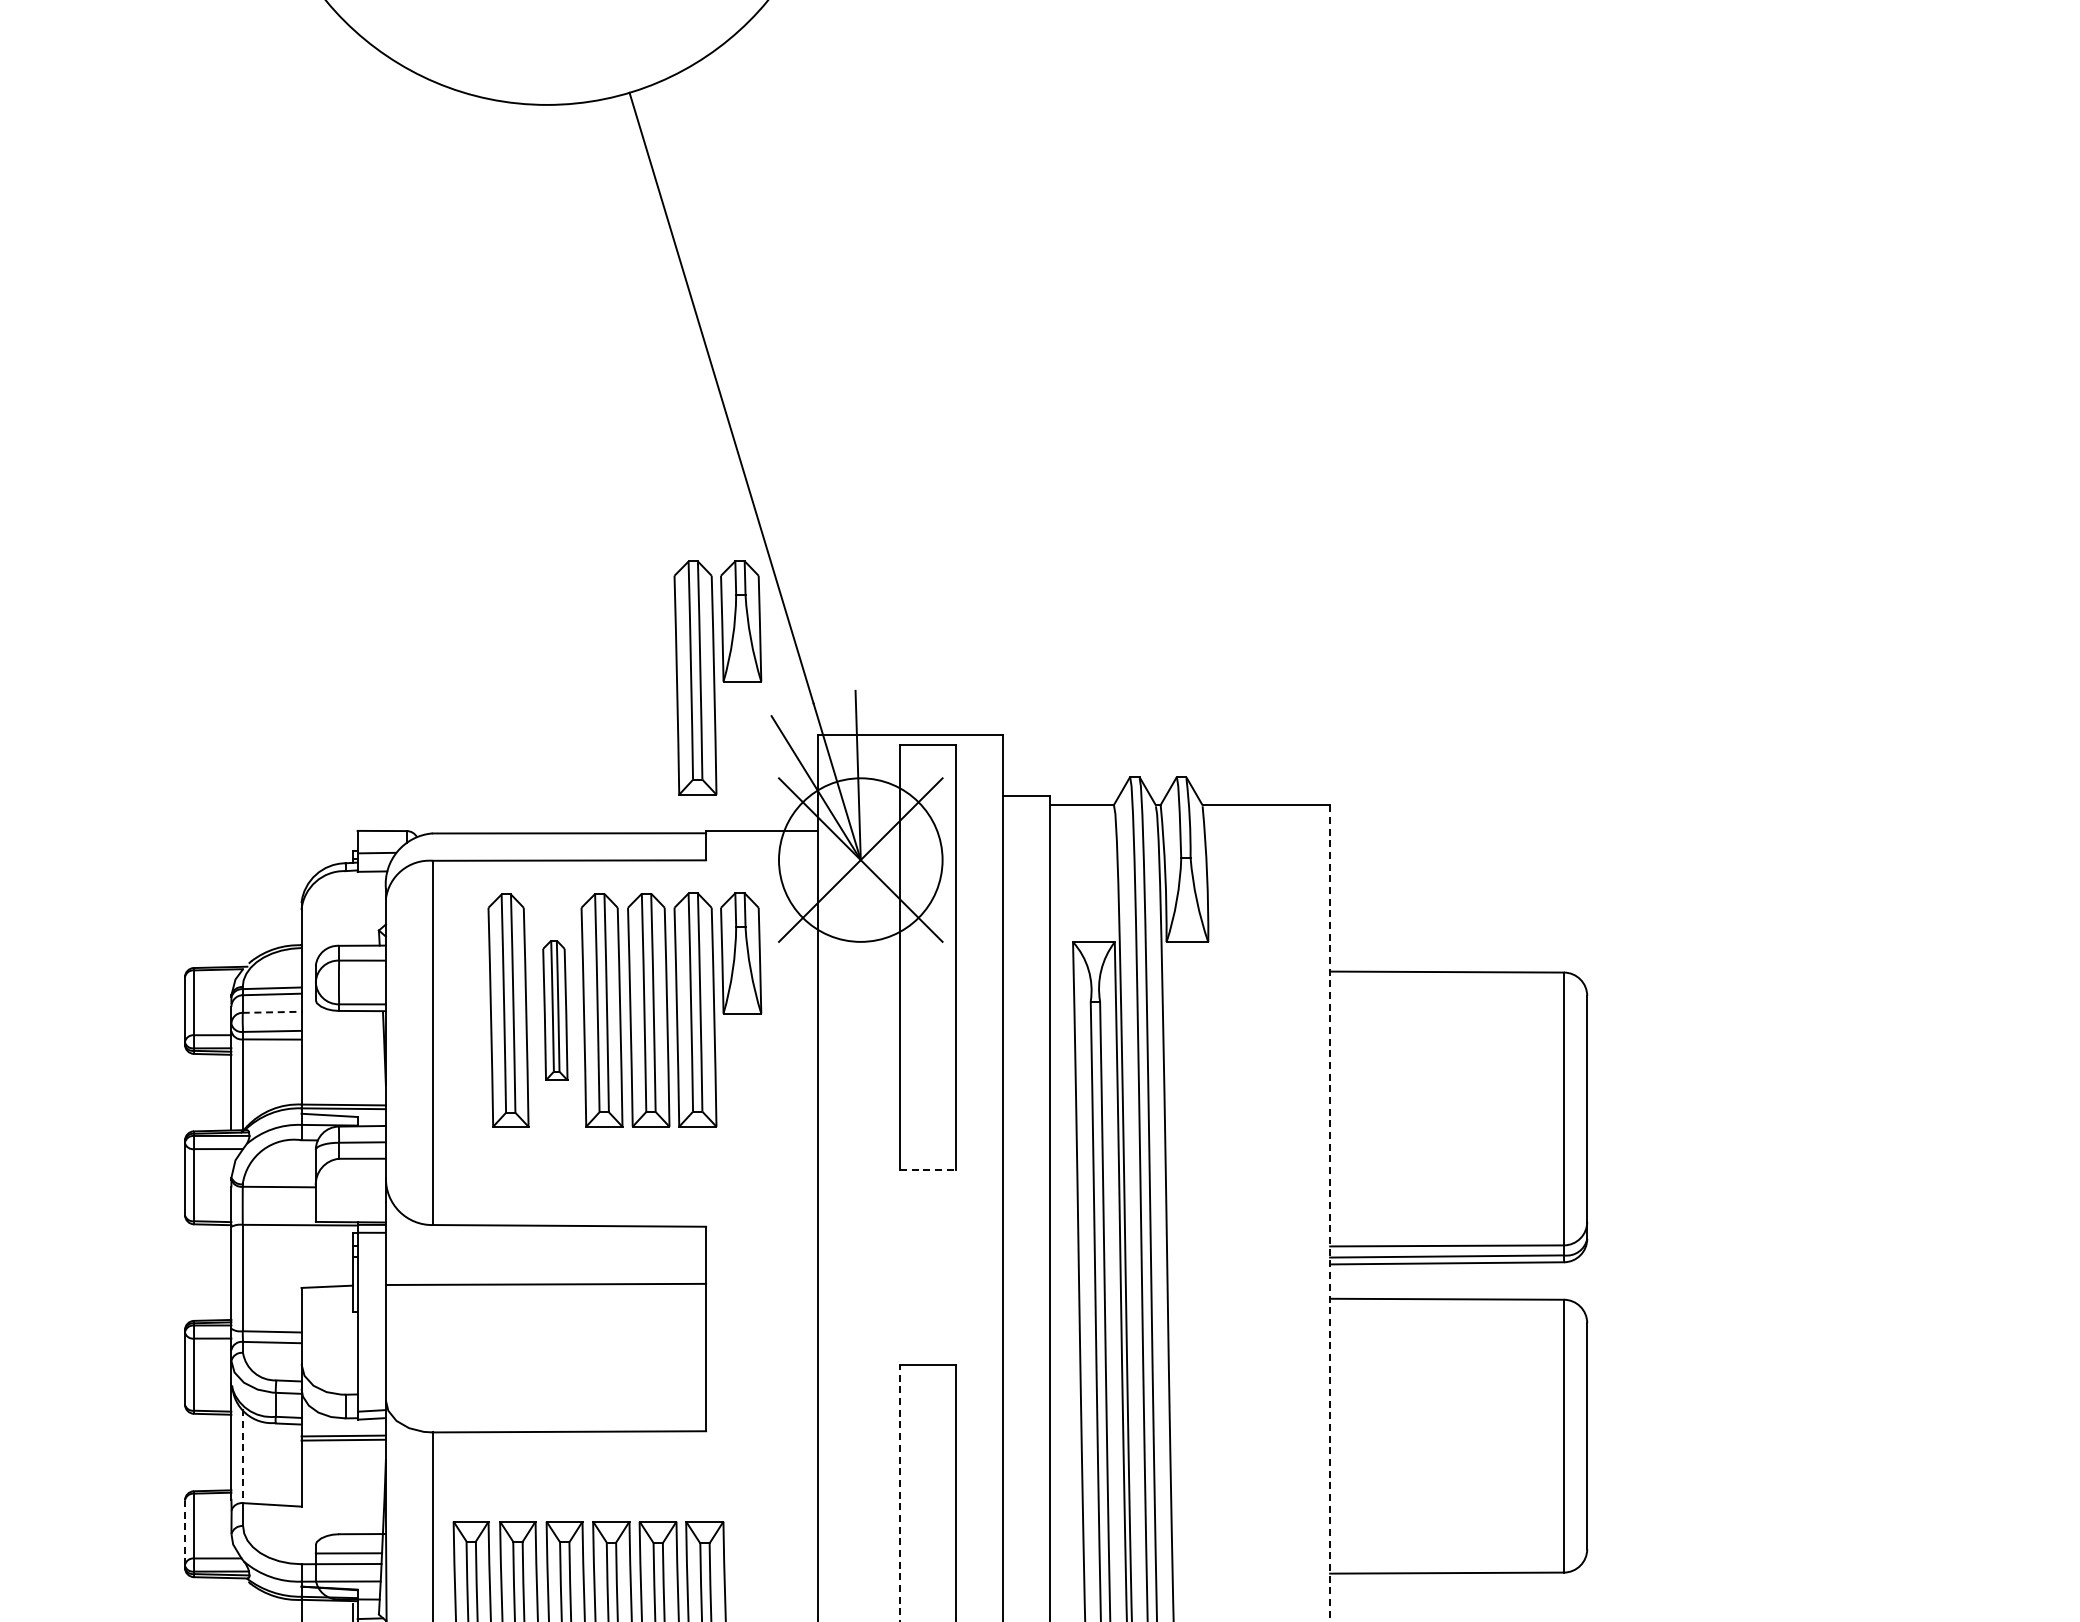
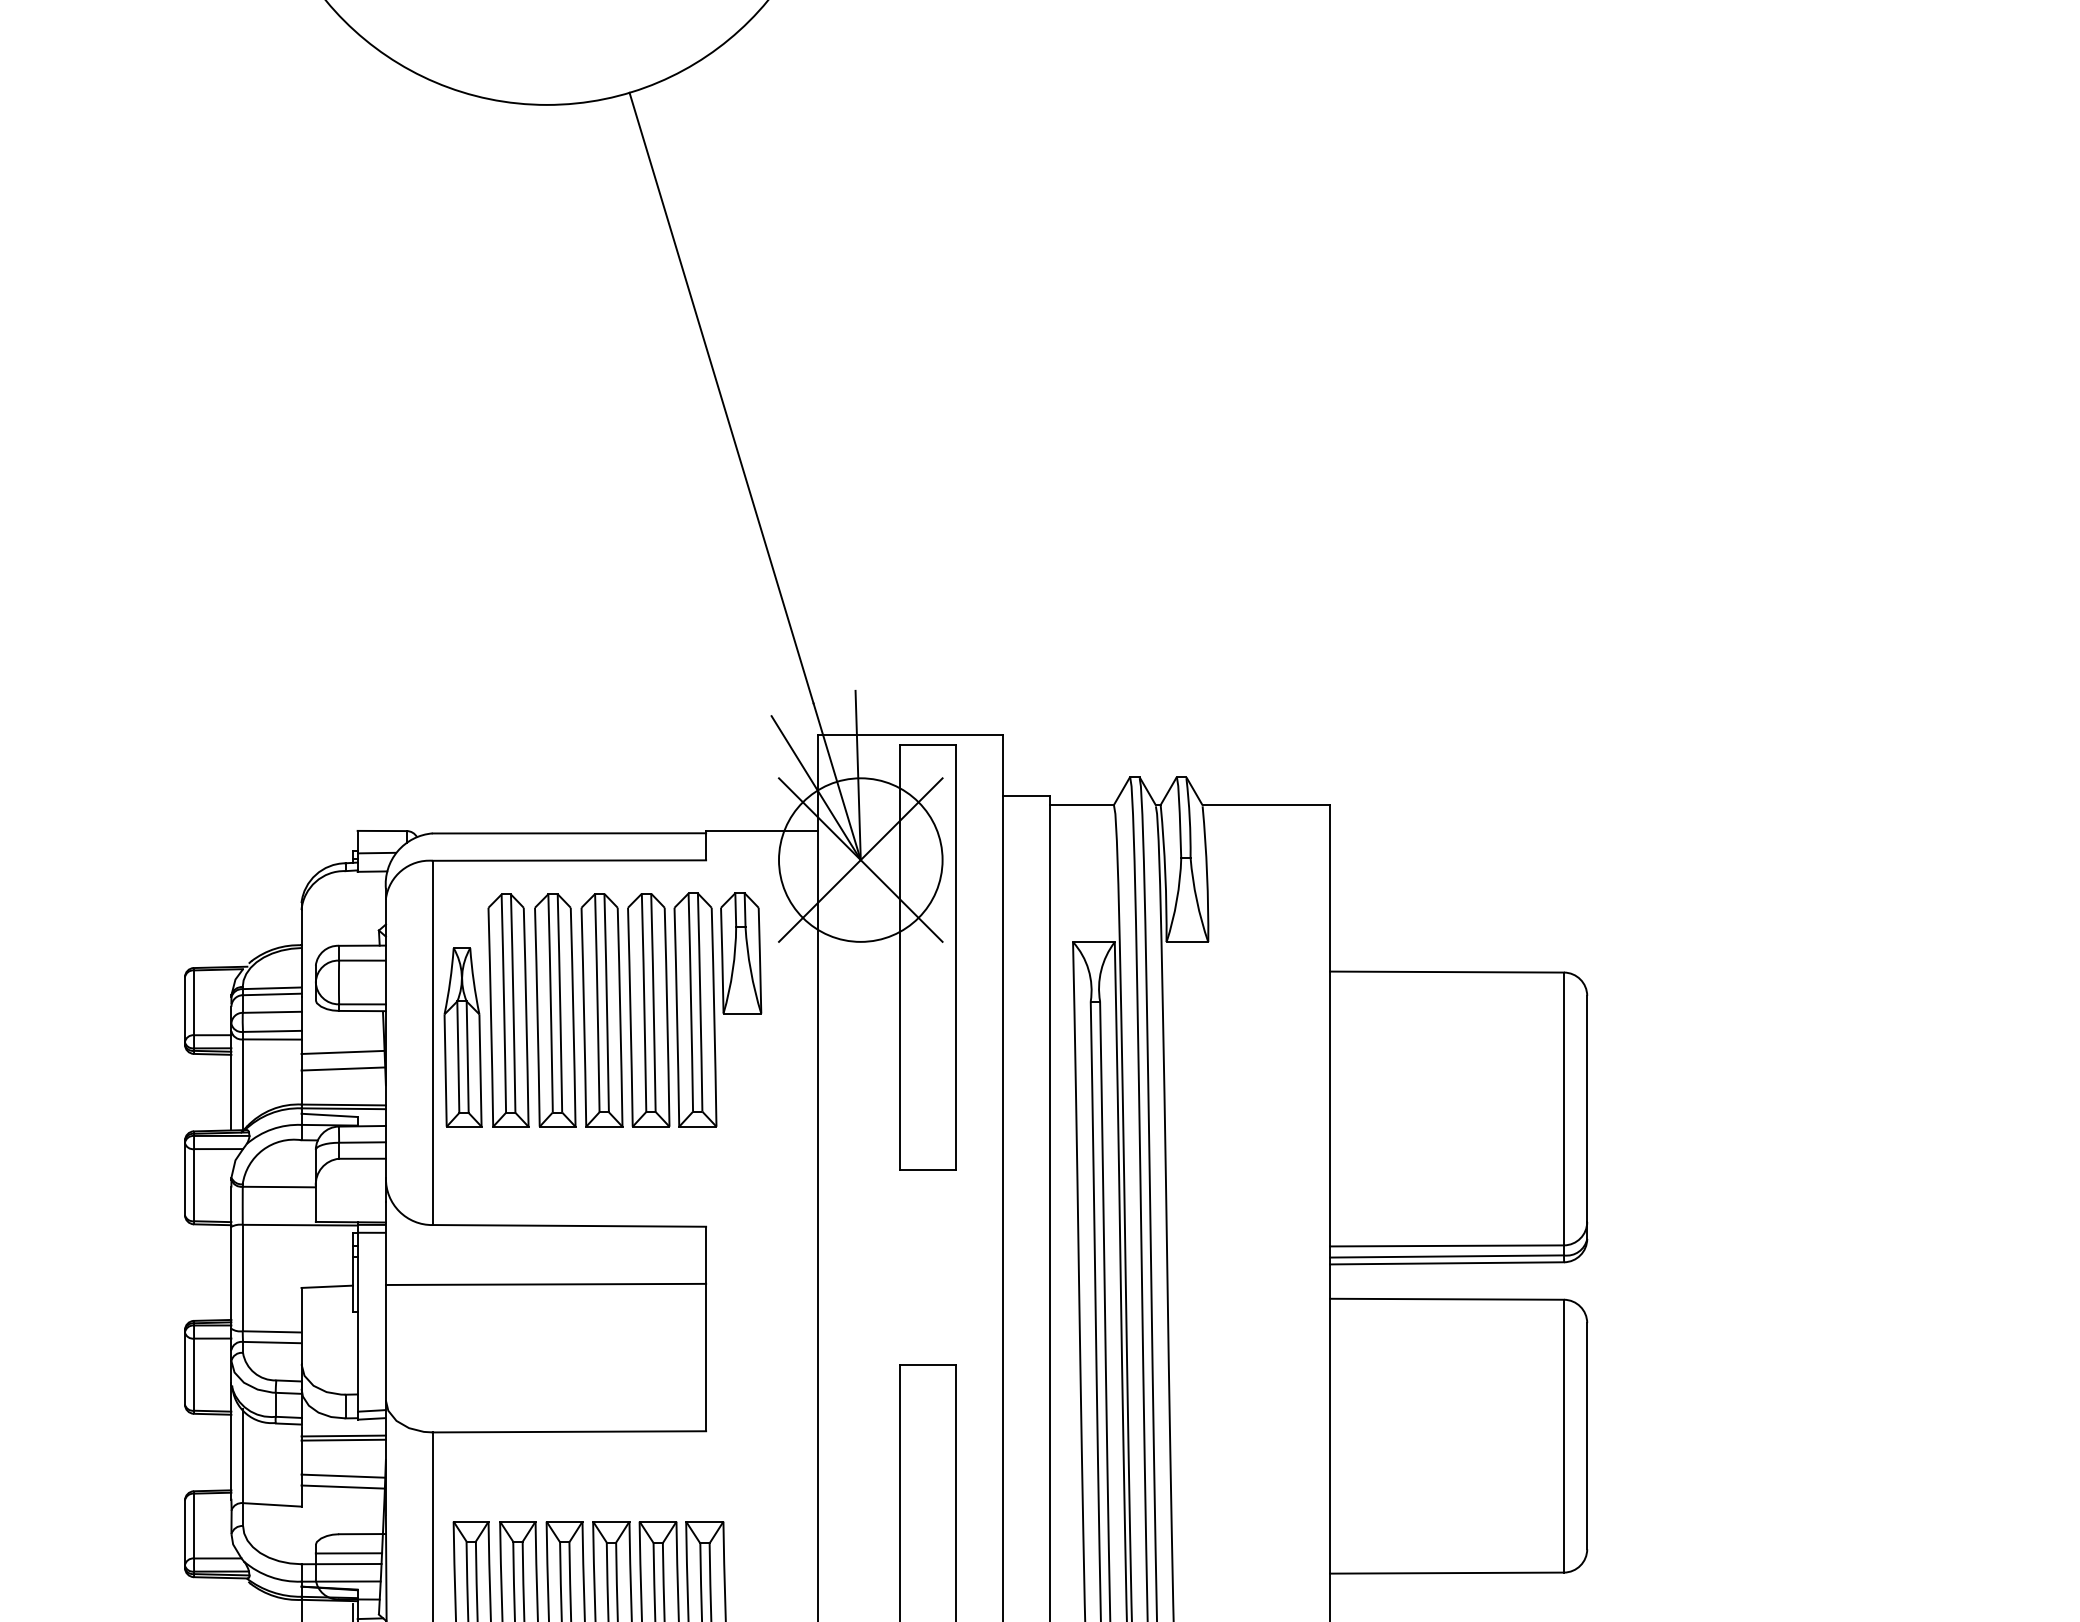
part at (717, 677): present -> none
part at (555, 1010) size: 27x141 px -> 43x235 px
line at (271, 1012): dashed -> solid
part at (462, 1037): none -> present
line at (342, 1051): none -> present
line at (343, 1068): none -> present
line at (928, 1170): dashed -> solid
line at (1330, 1213): dashed -> solid
line at (243, 1456): dashed -> solid
line at (343, 1475): none -> present
line at (342, 1486): none -> present
line at (900, 1493): dashed -> solid
line at (184, 1532): dashed -> solid
